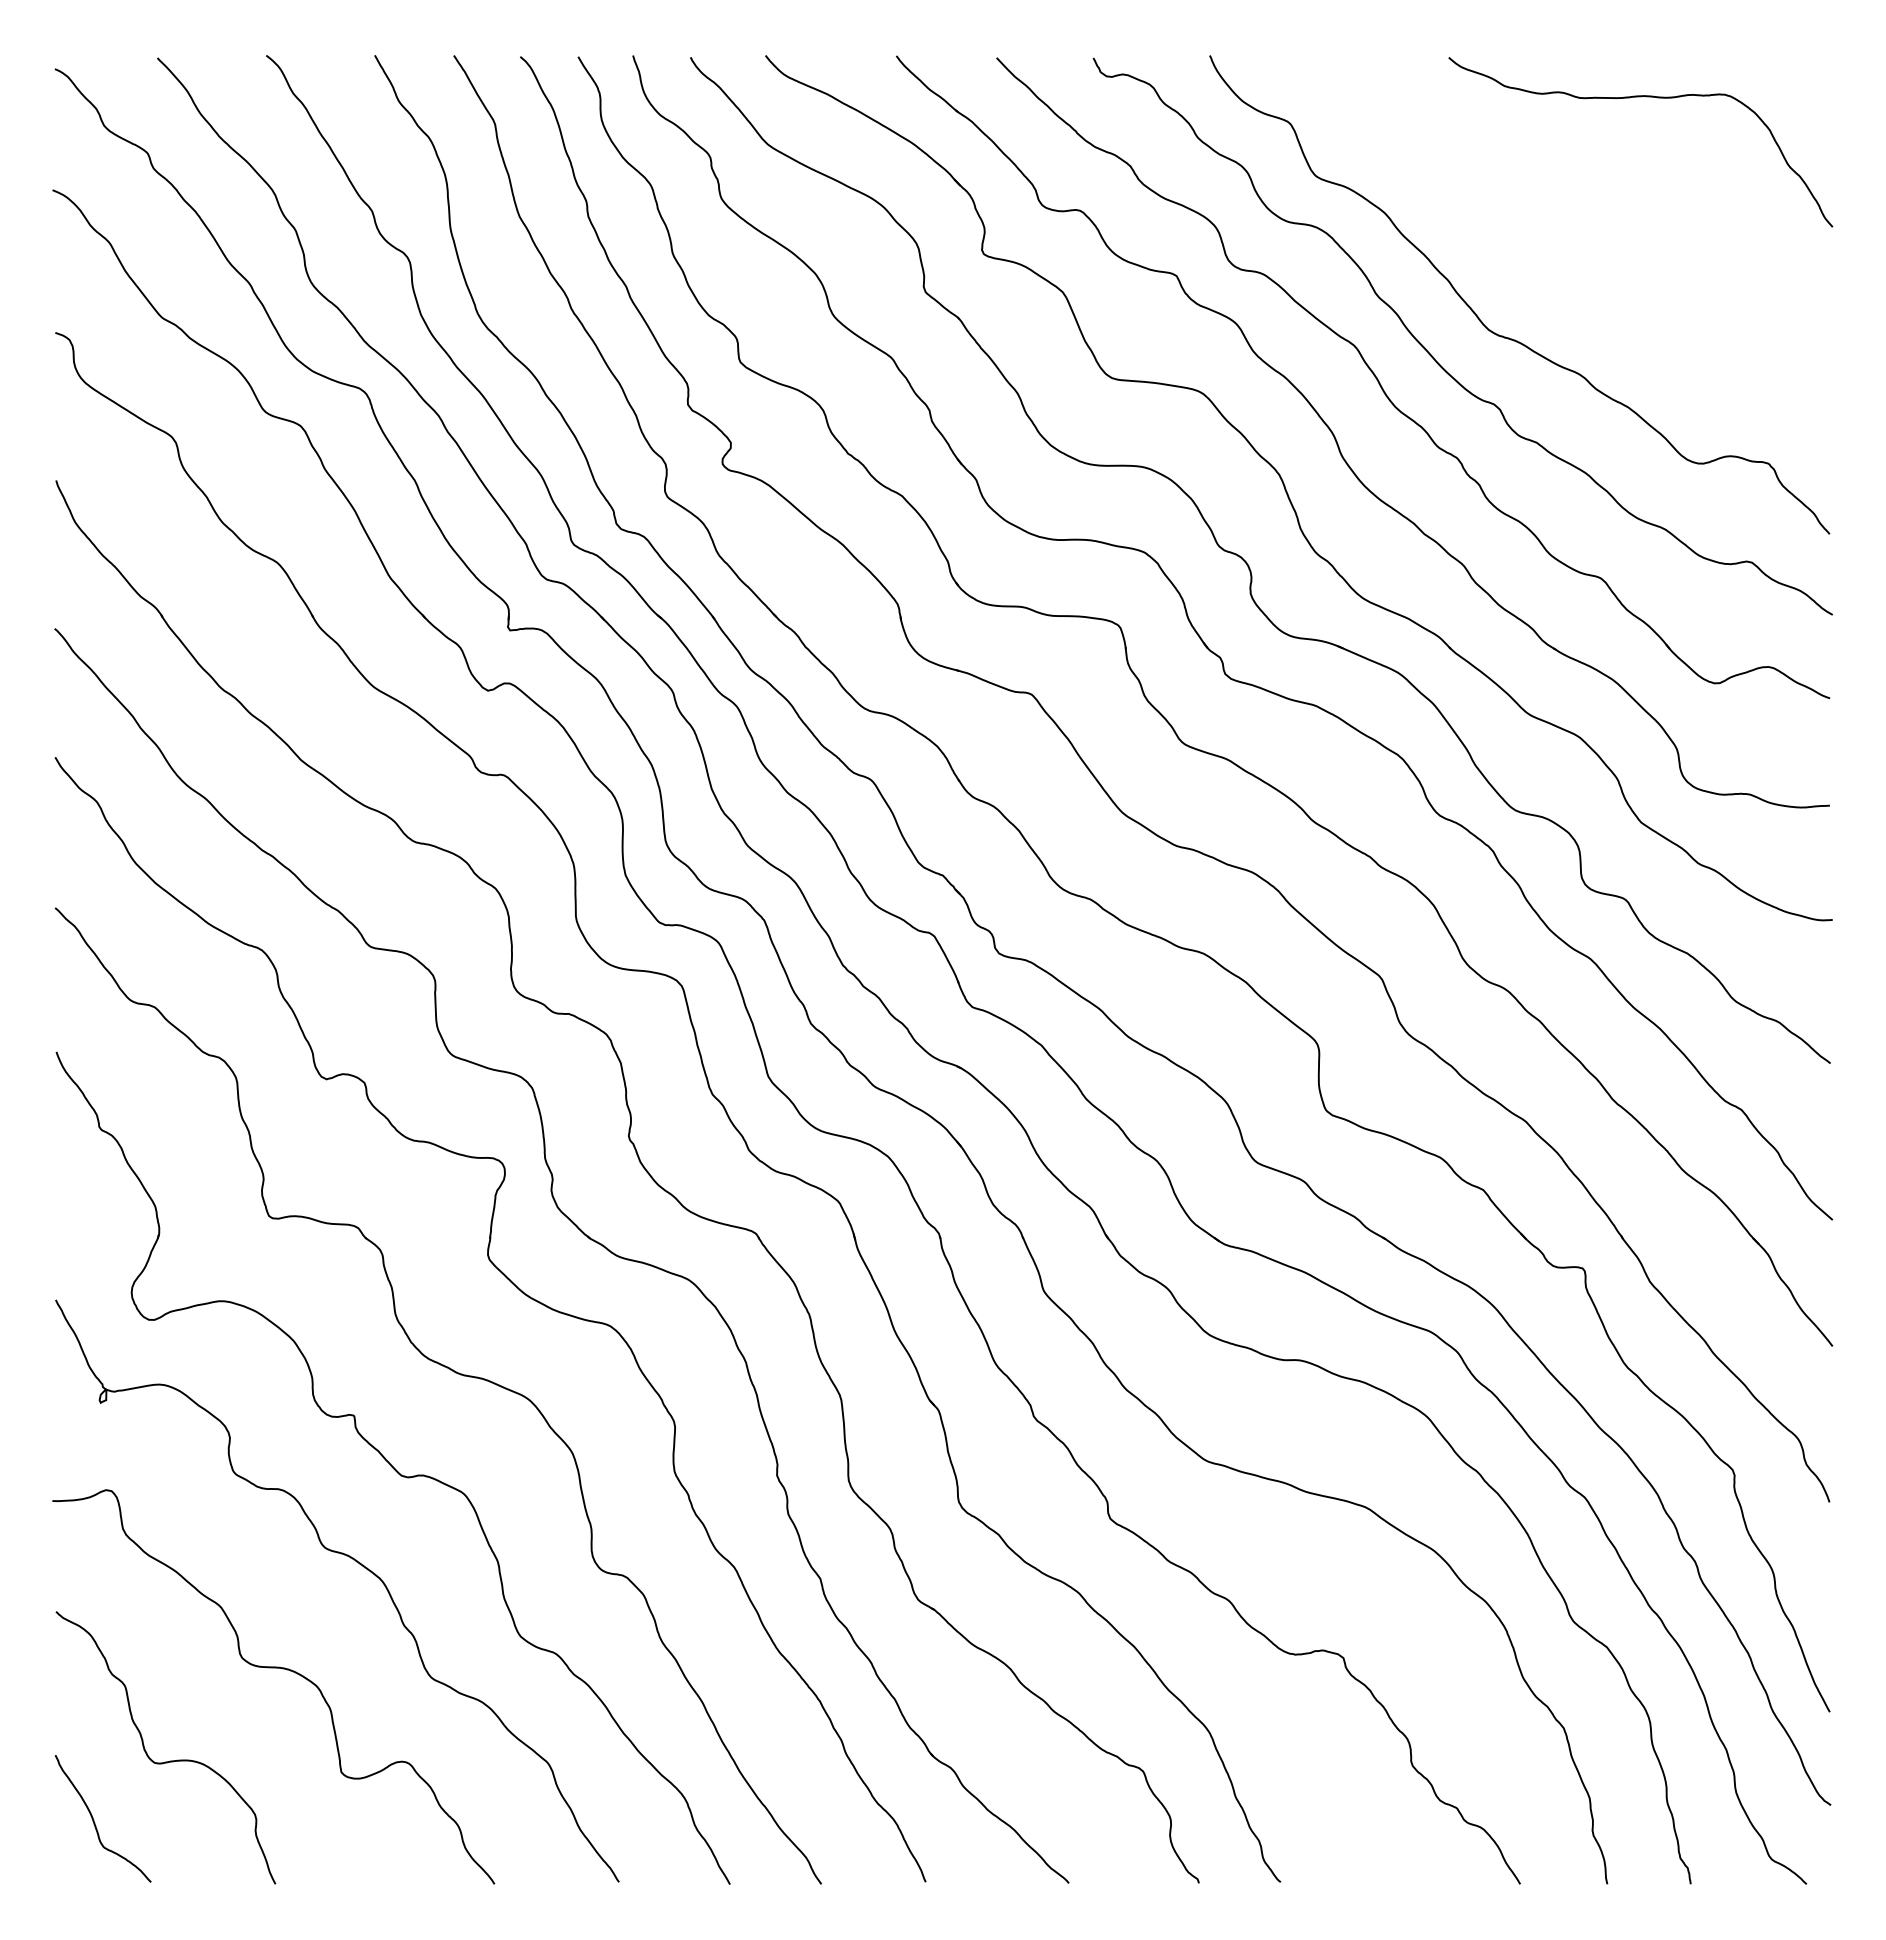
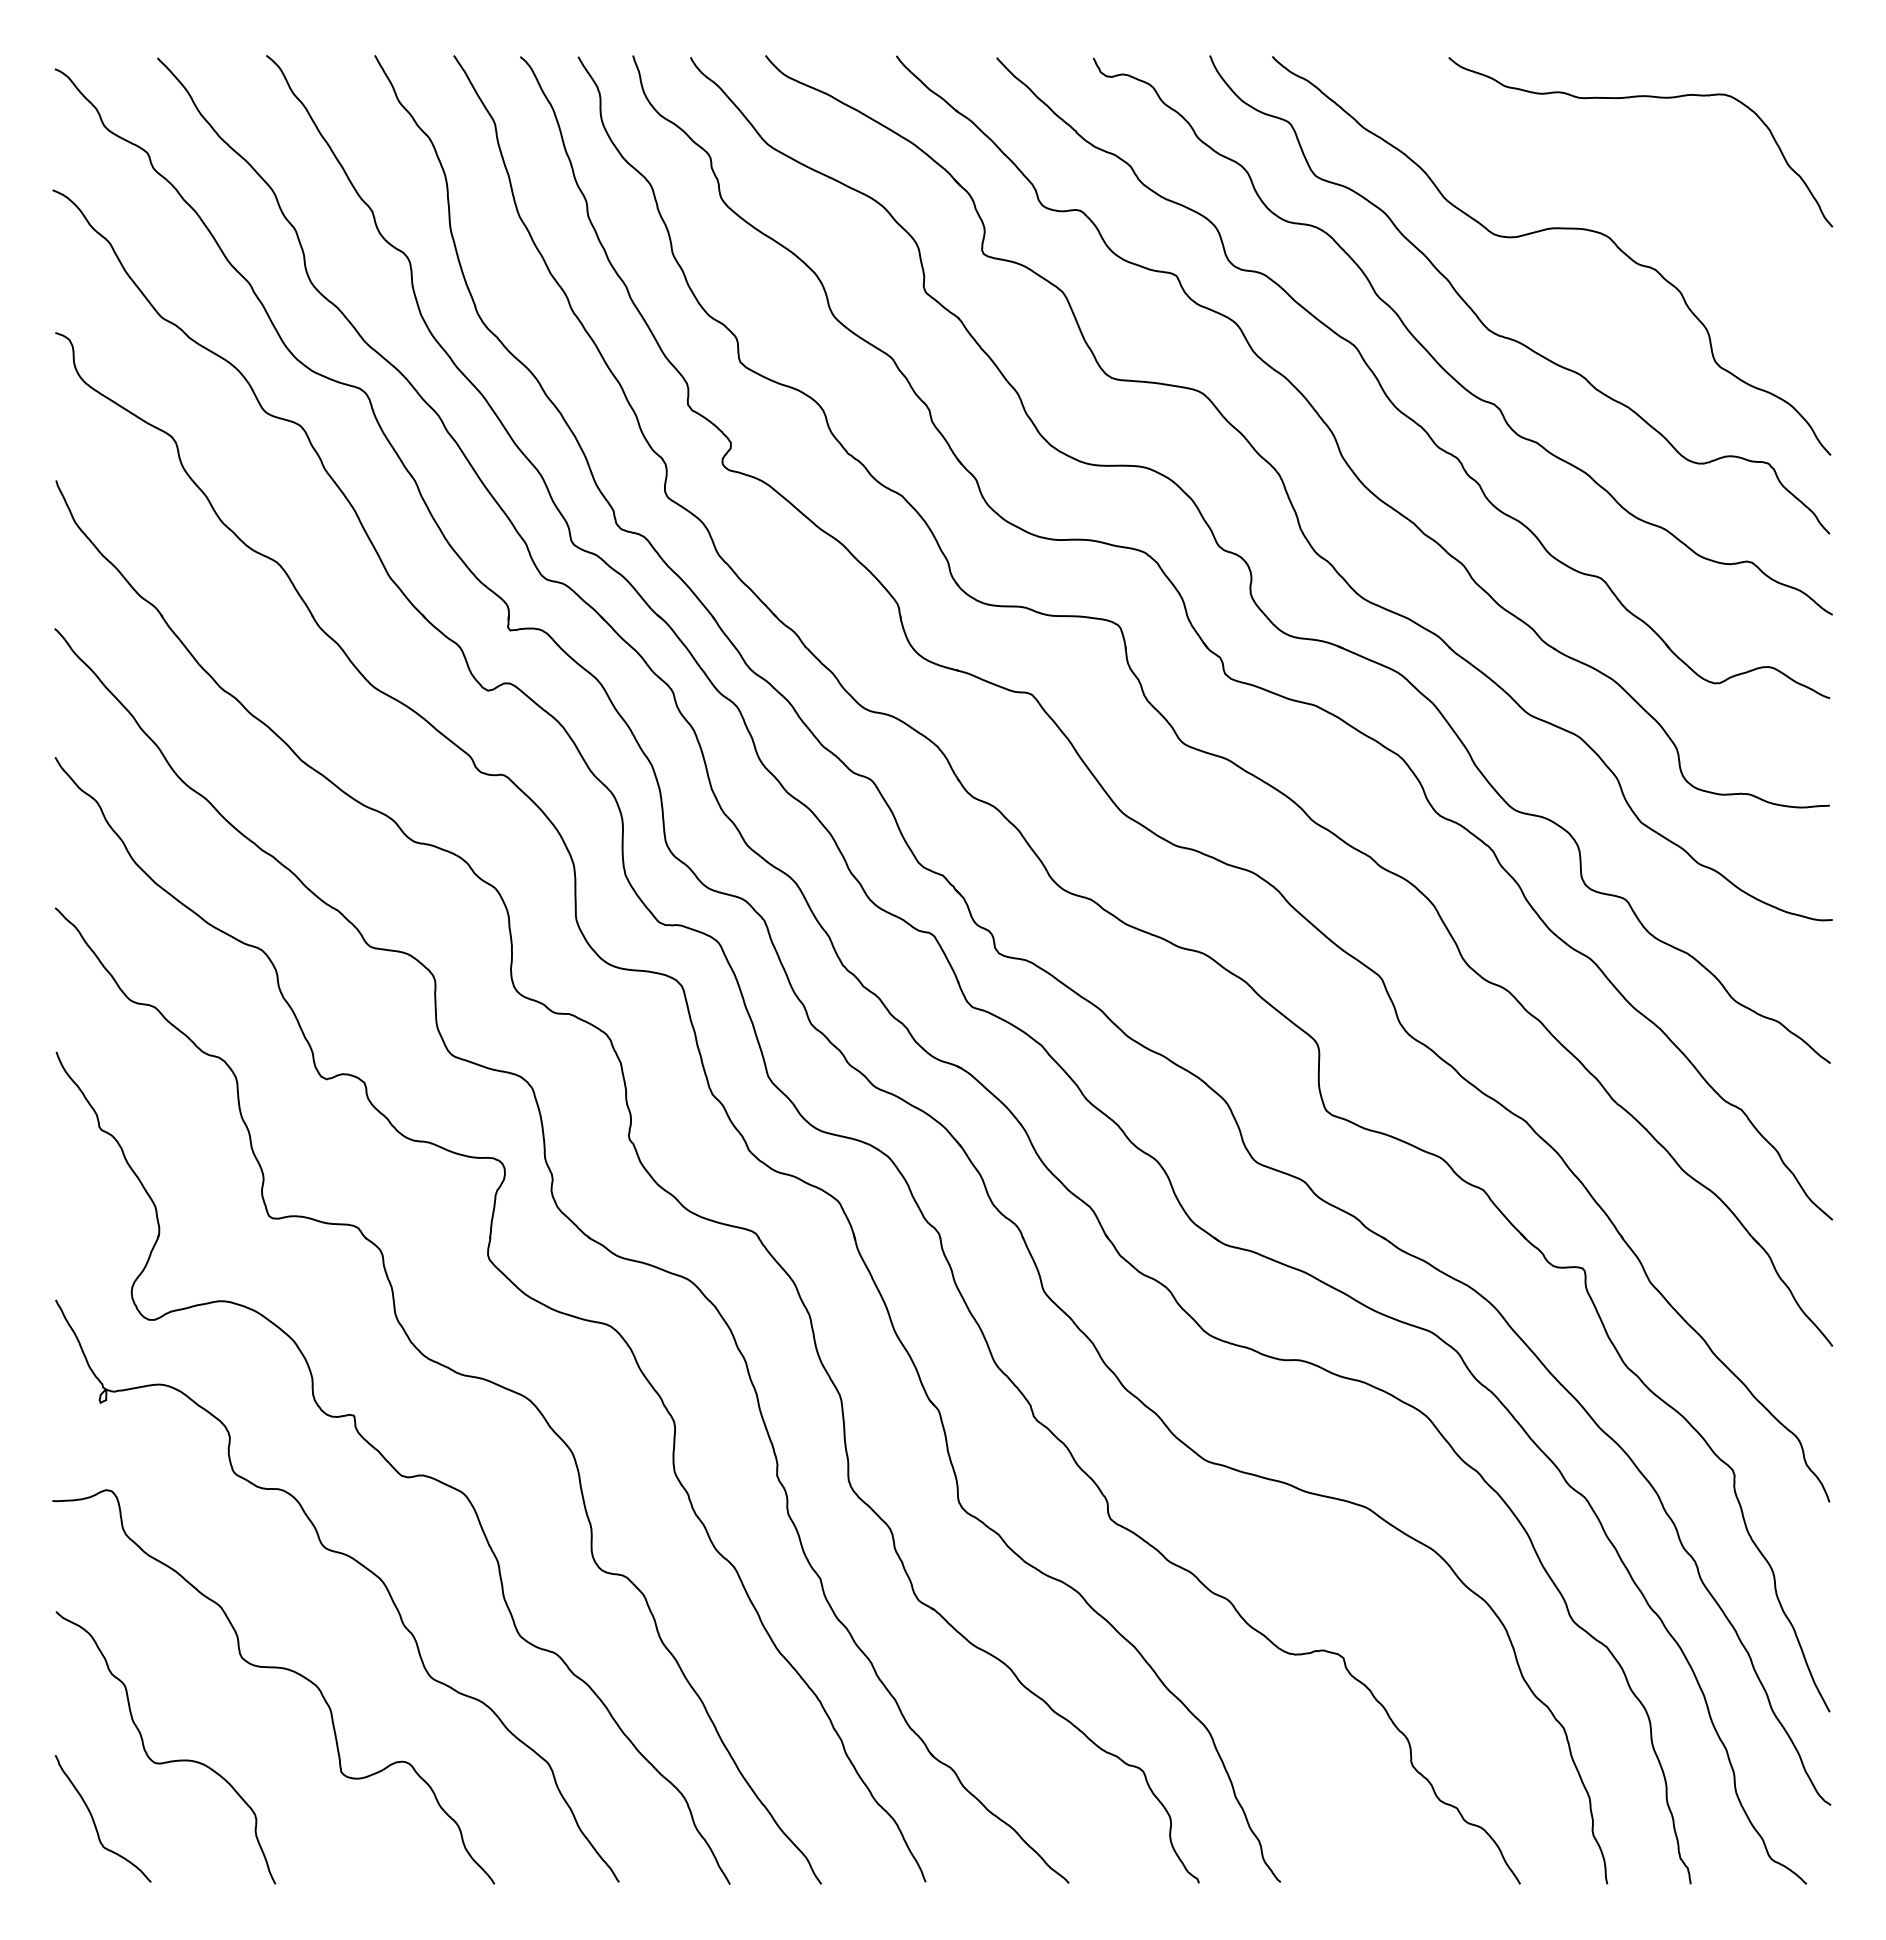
curve at (1546, 230): none -> present
